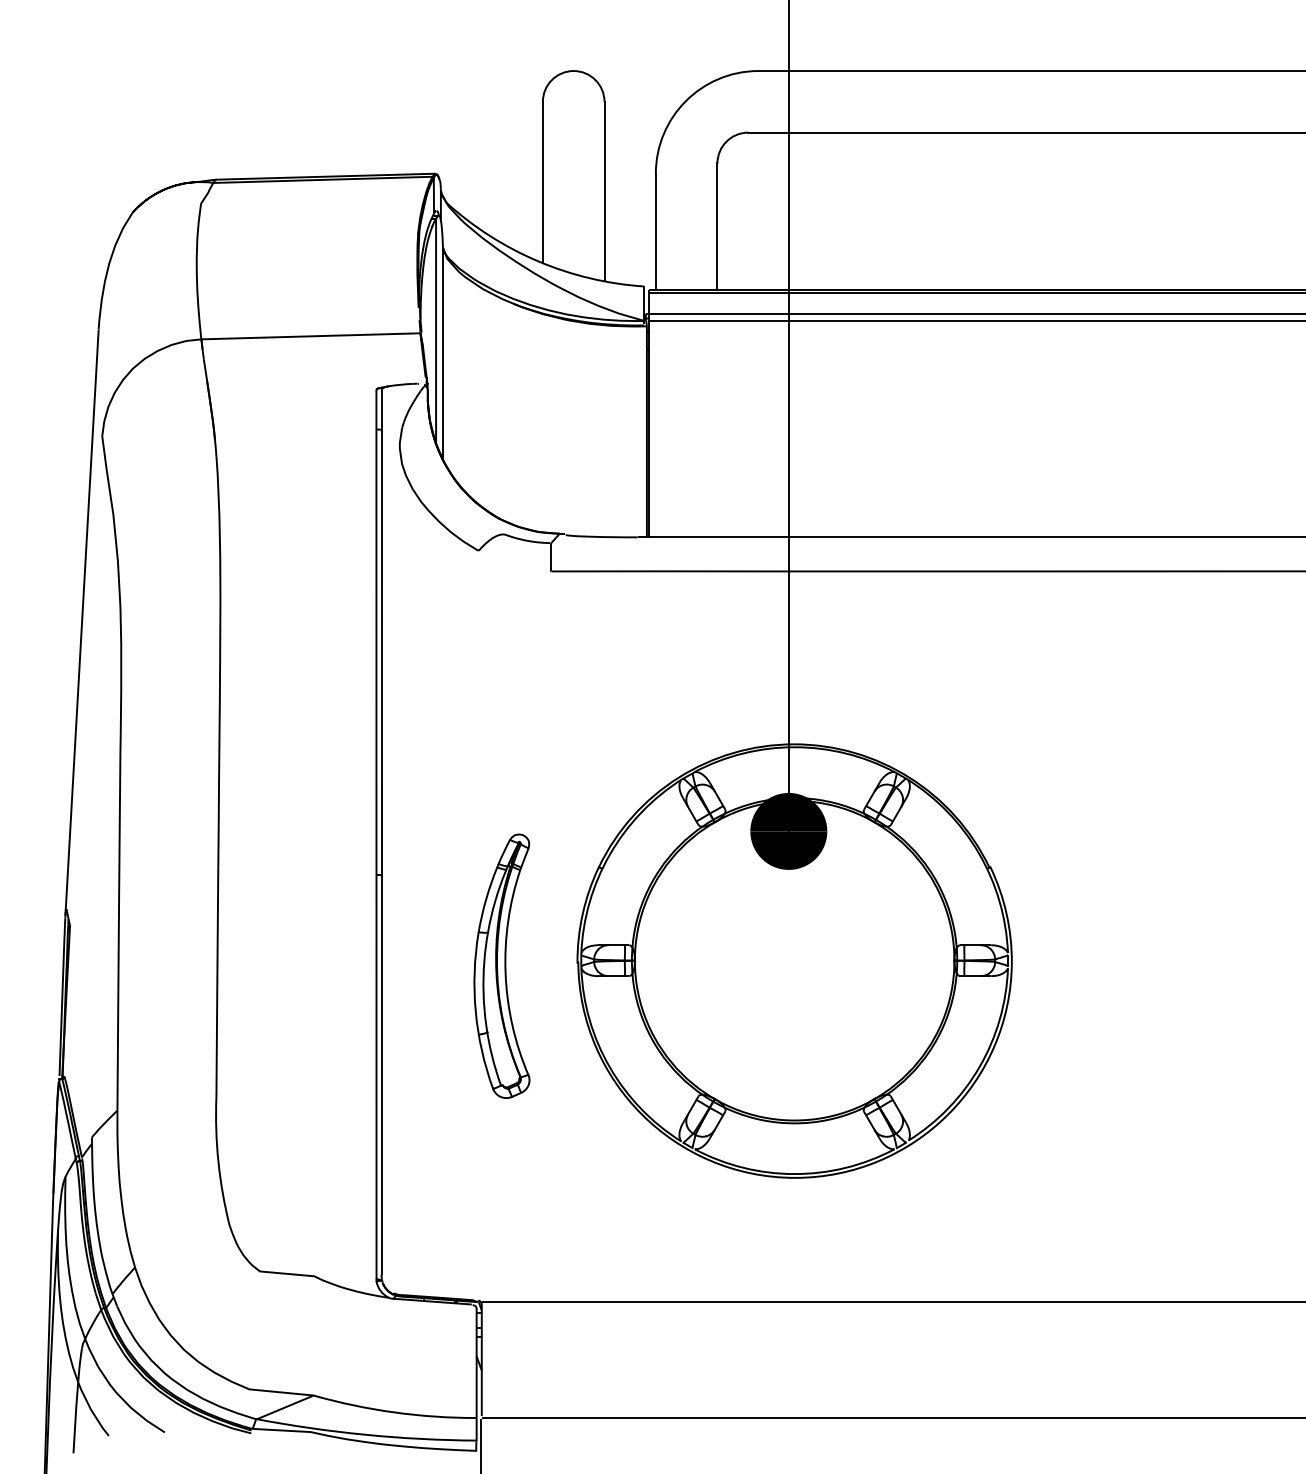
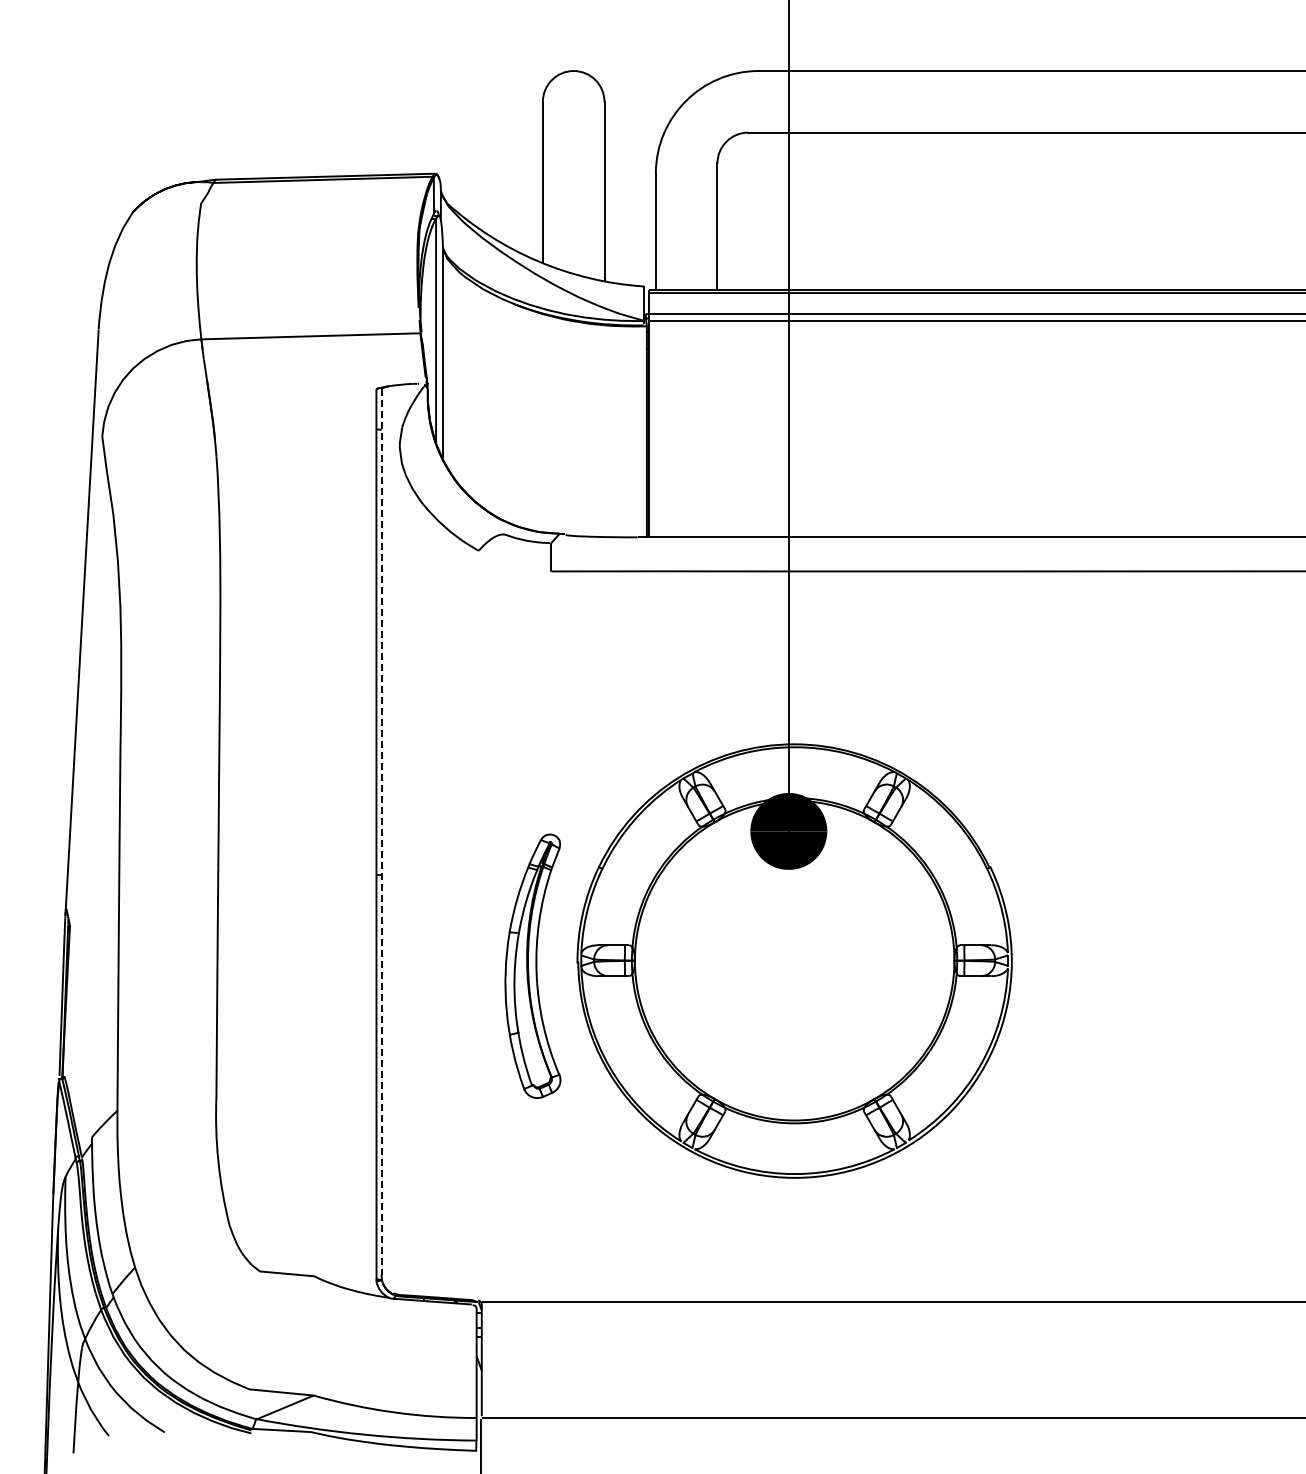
line at (381, 832): solid -> dashed
part at (501, 965) position: (501, 965) -> (532, 965)
